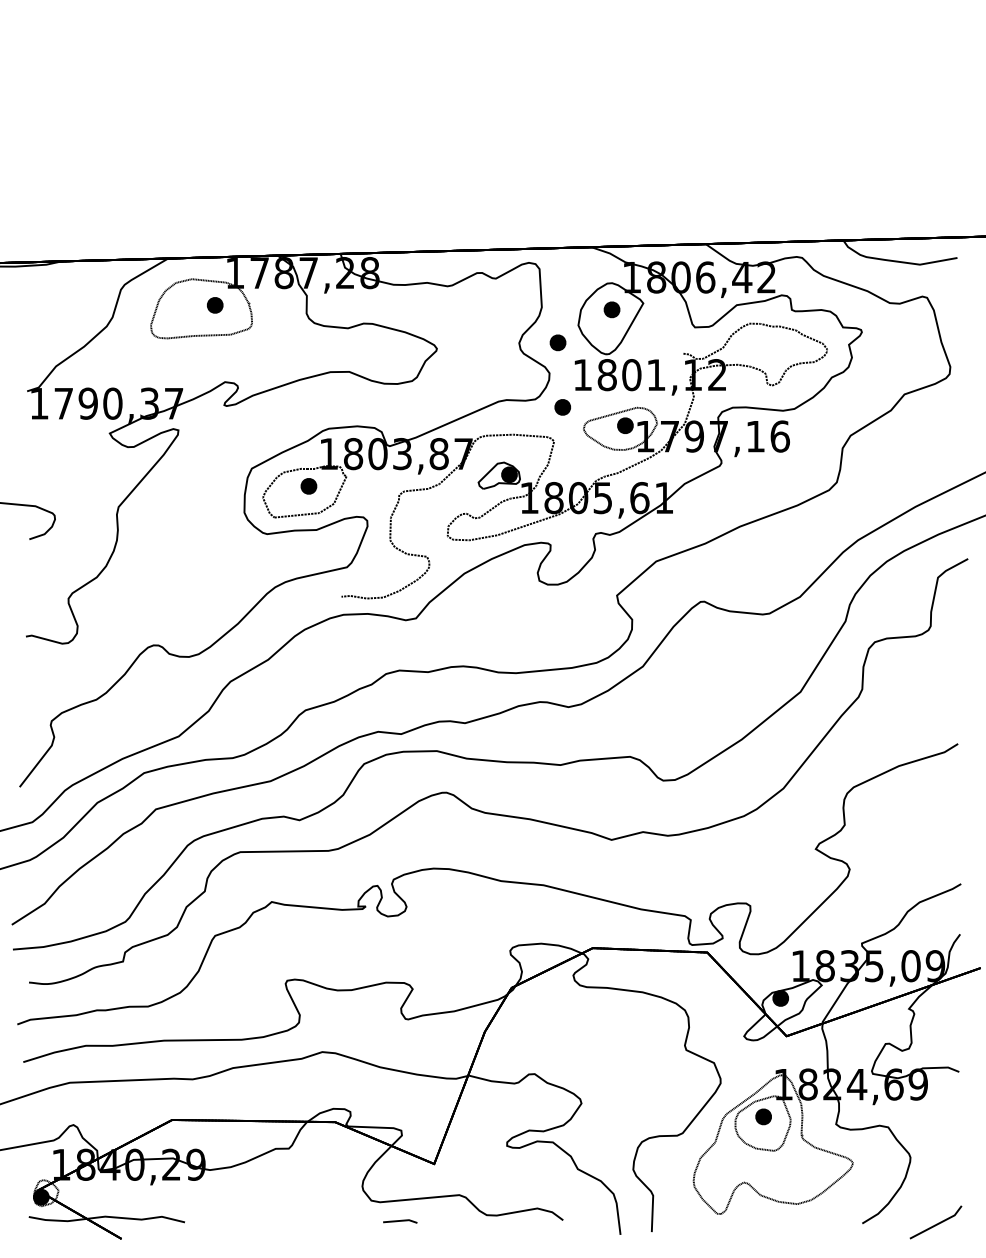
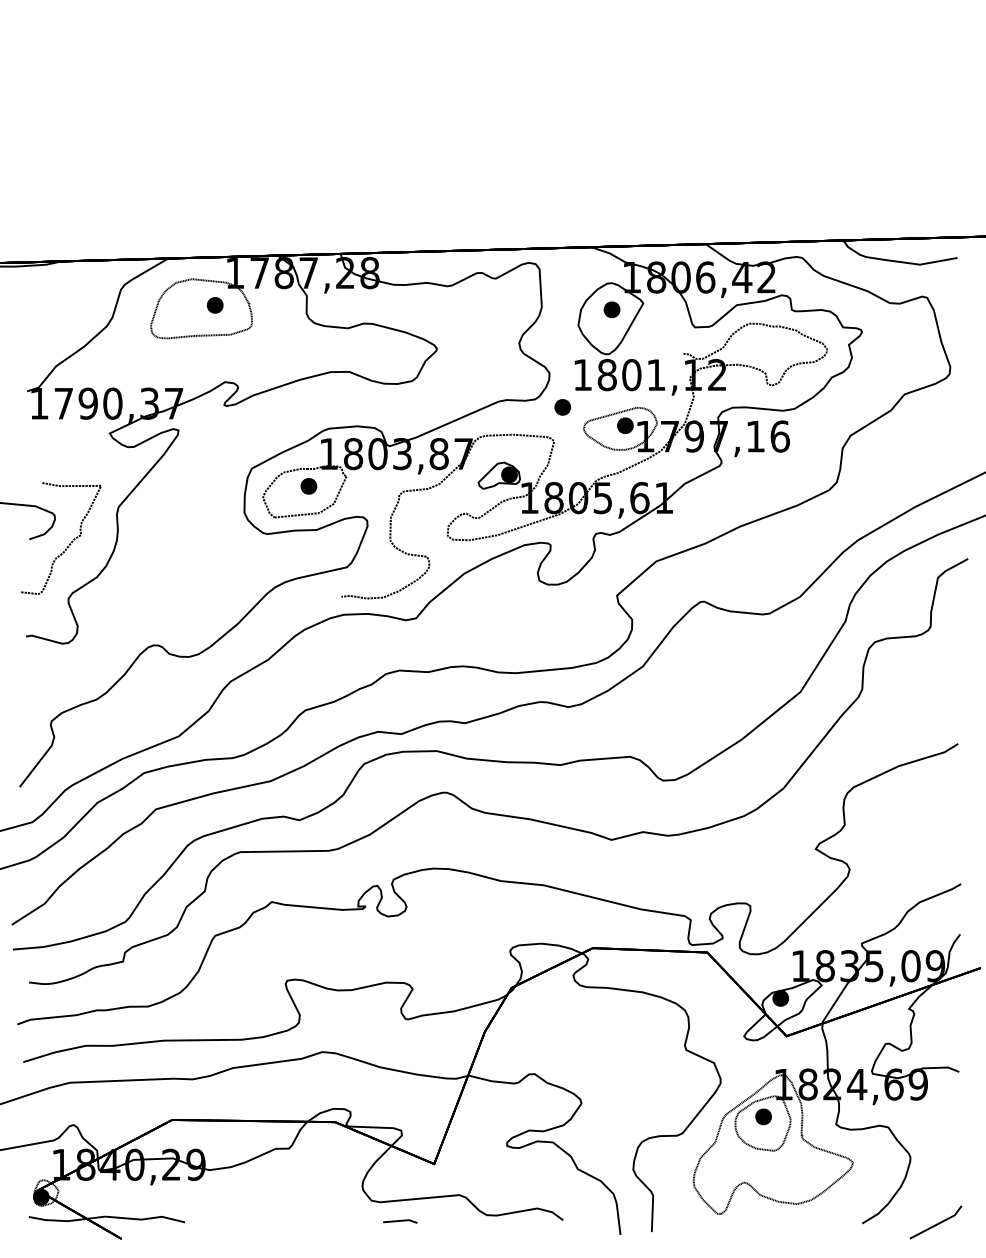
part at (557, 342): present -> none
curve at (68, 544): none -> present
